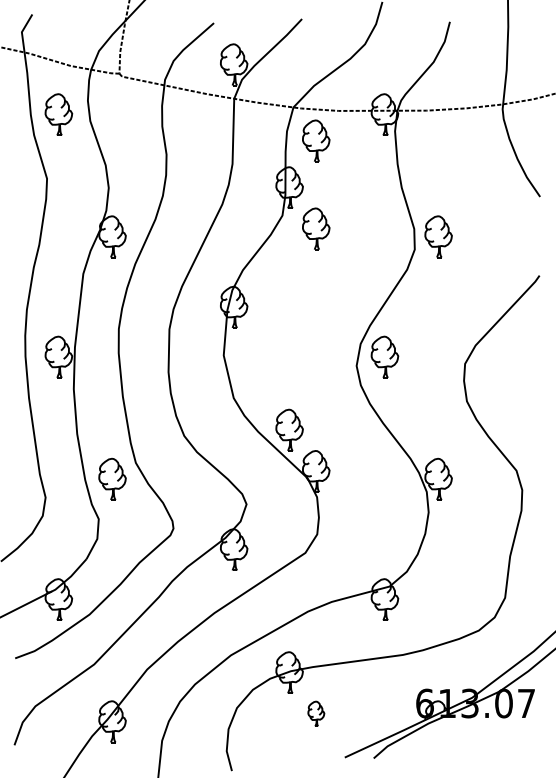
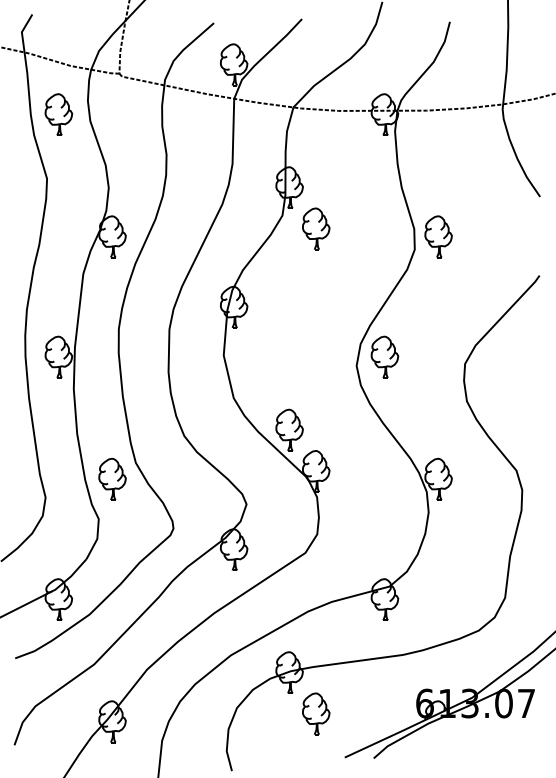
part at (316, 140): present -> none
part at (316, 713) size: 19x27 px -> 29x44 px
